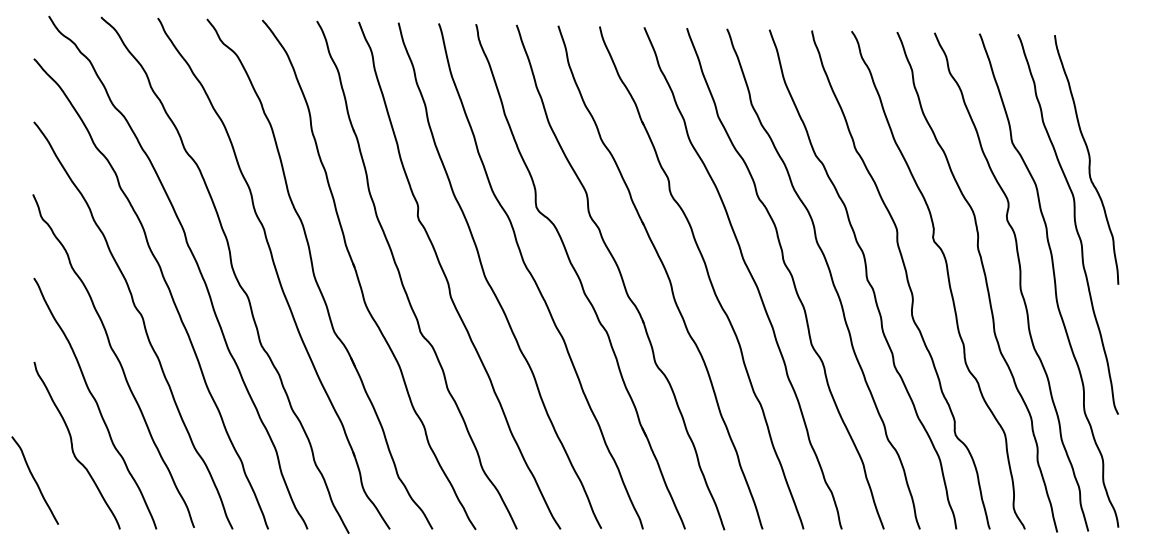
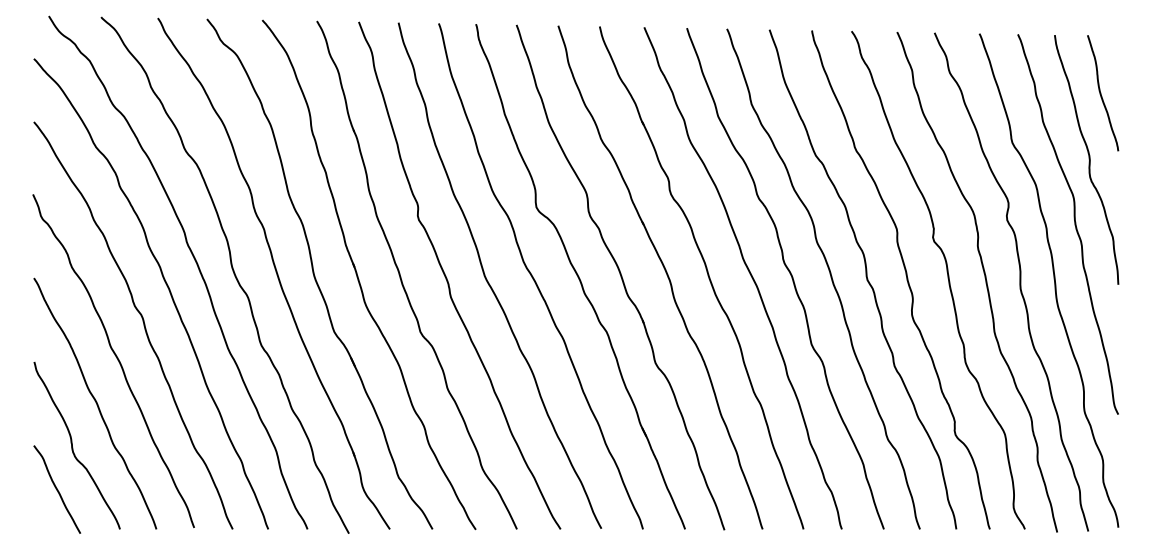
curve at (1101, 93): none -> present
curve at (35, 480) position: (35, 480) -> (57, 489)
